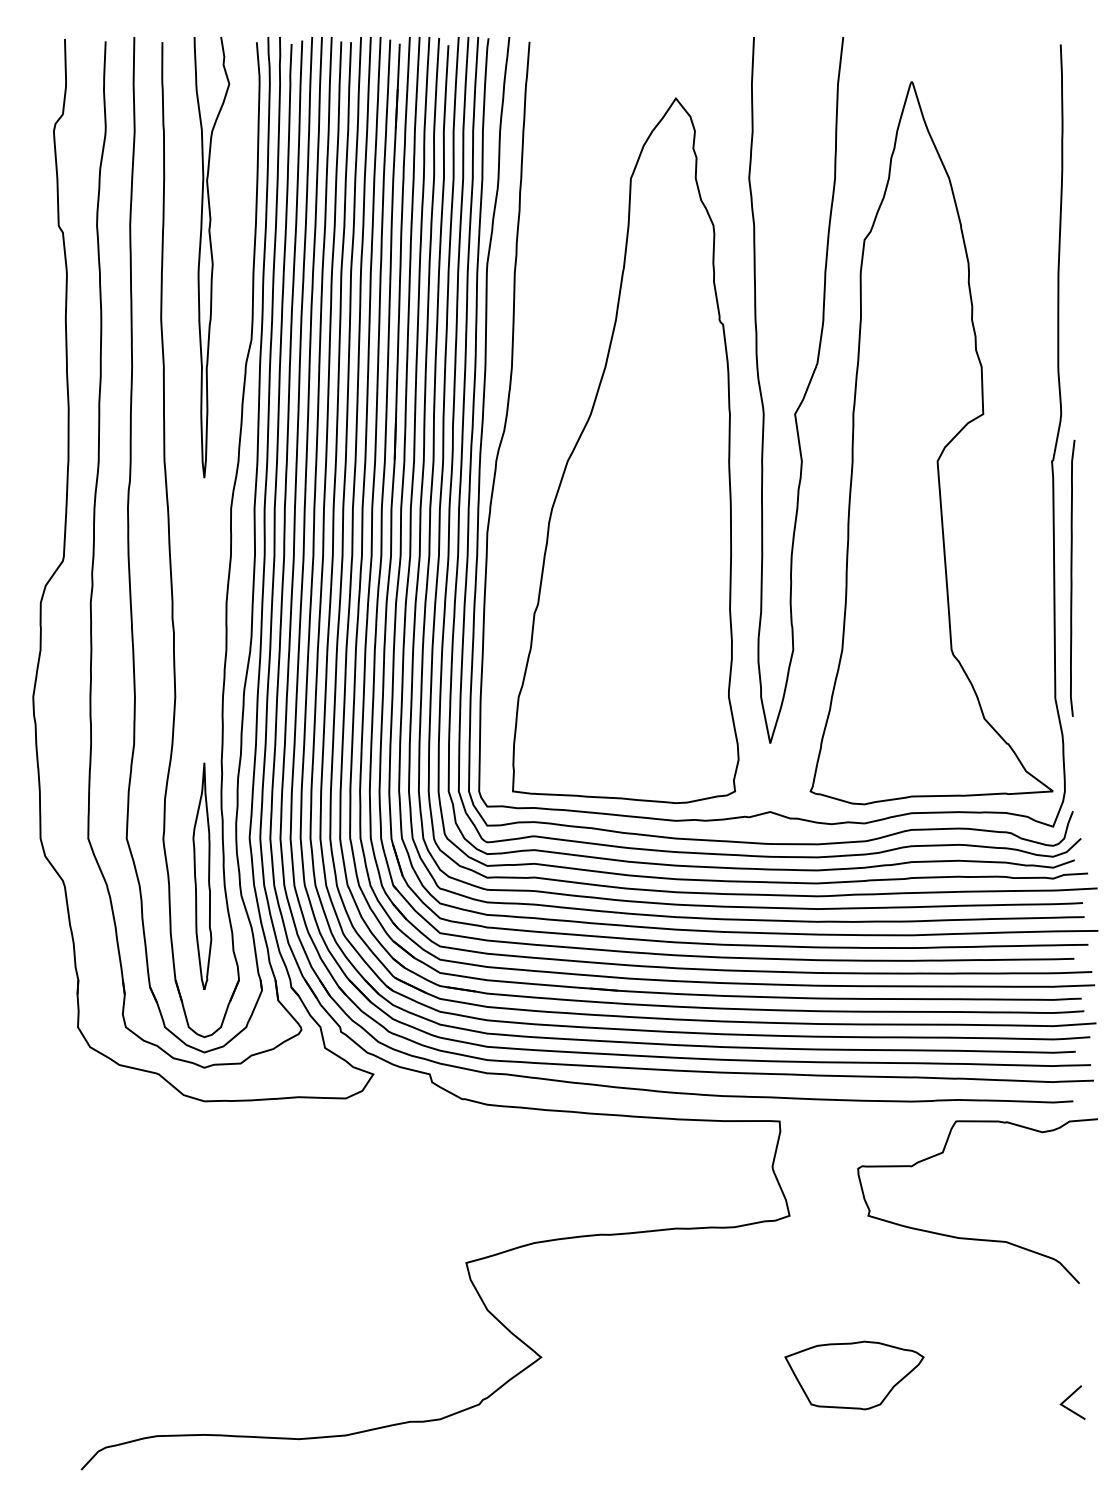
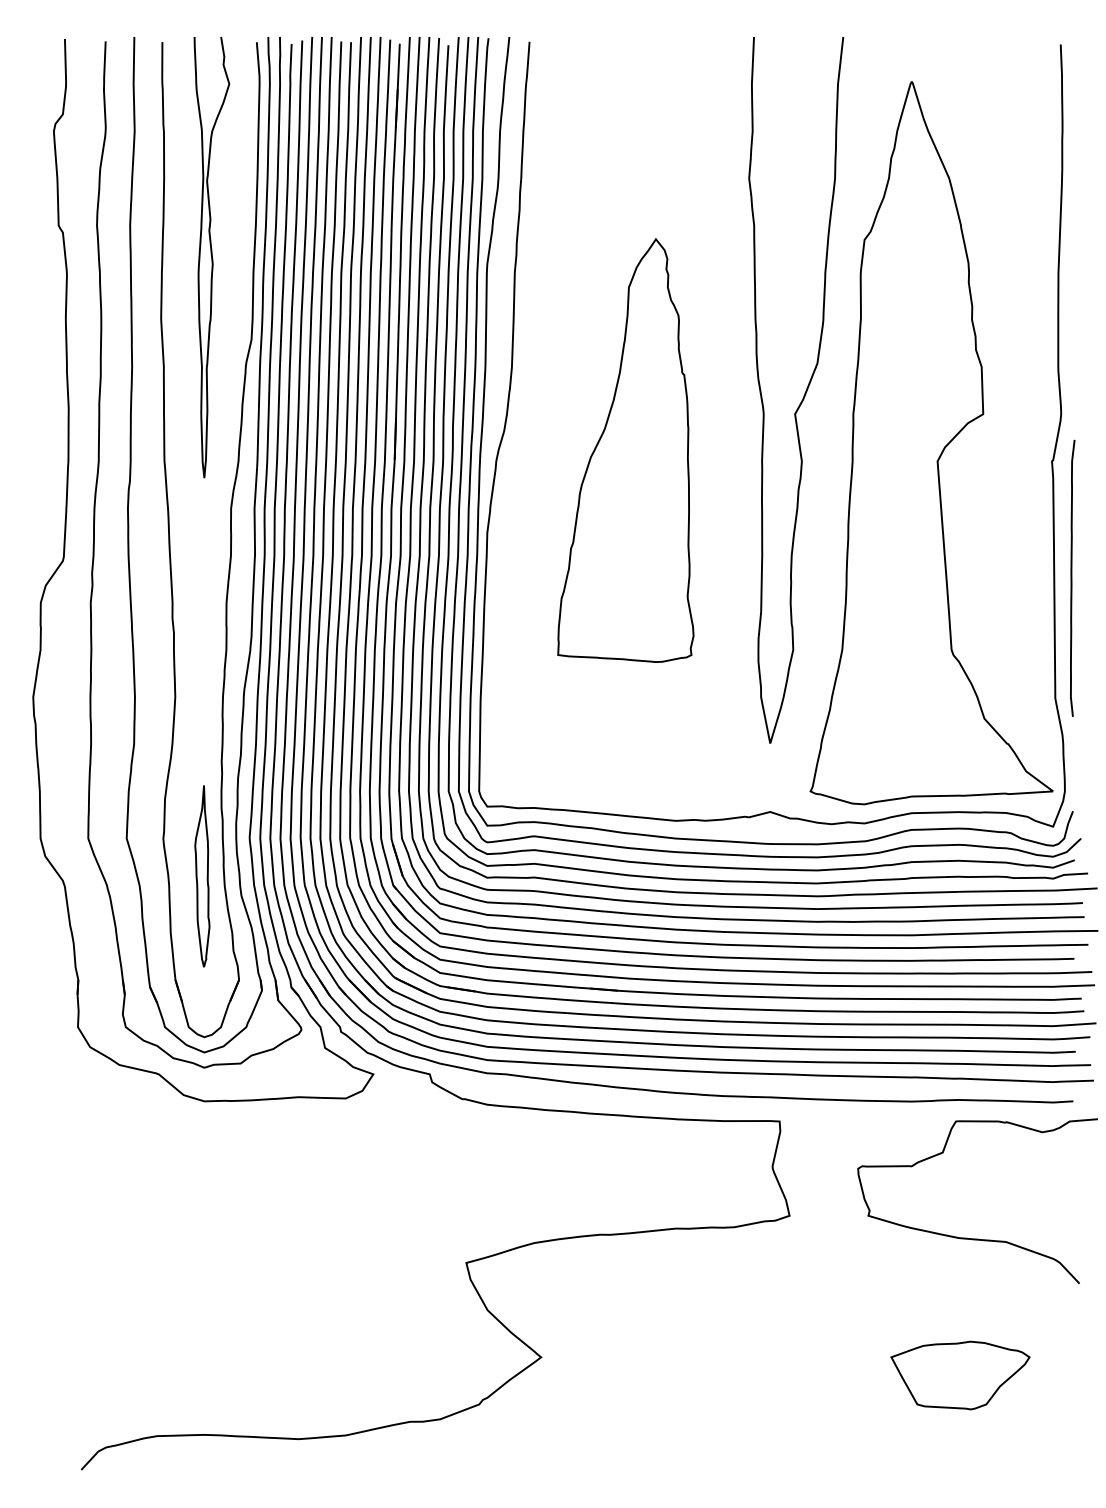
part at (625, 450) size: 228x707 px -> 138x425 px
part at (202, 875) size: 21x228 px -> 17x183 px
part at (854, 1375) position: (854, 1375) -> (960, 1375)
line at (1069, 1398): present -> none
